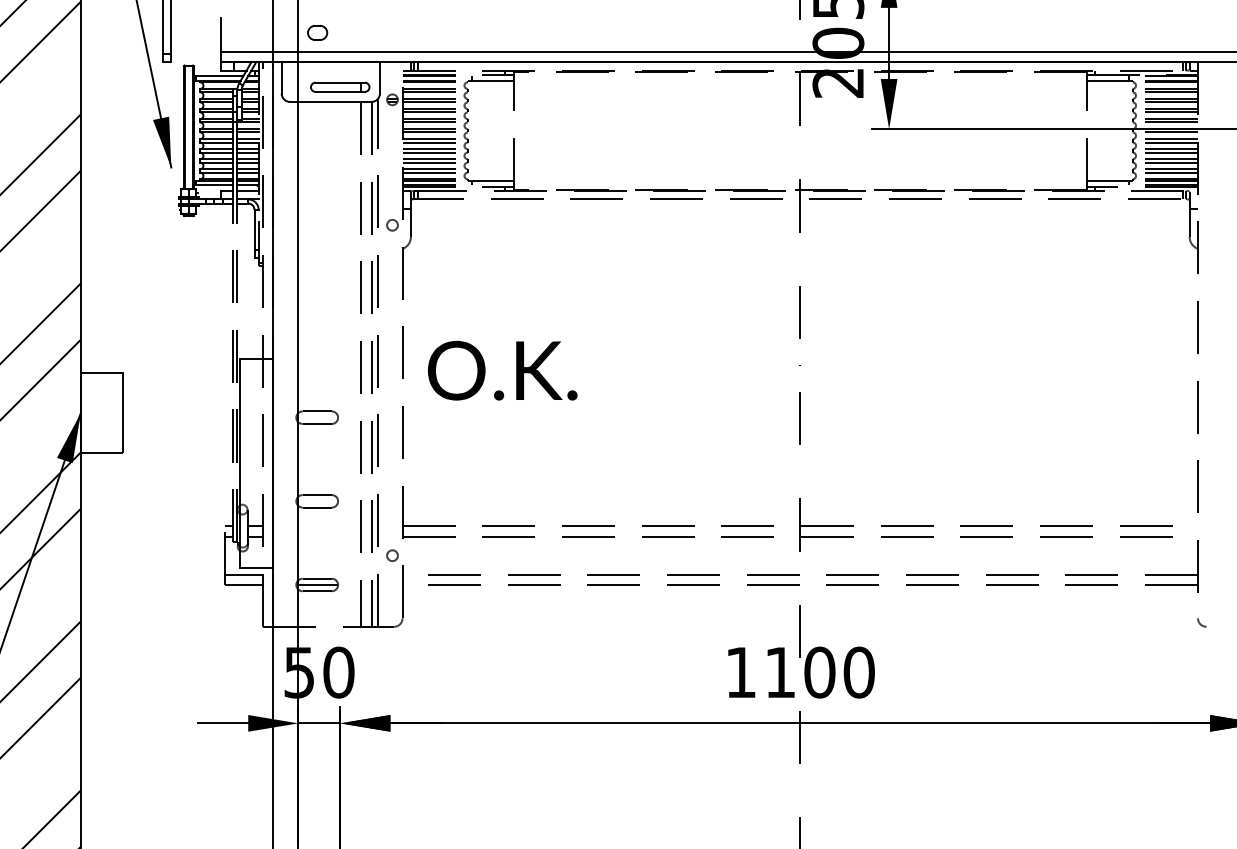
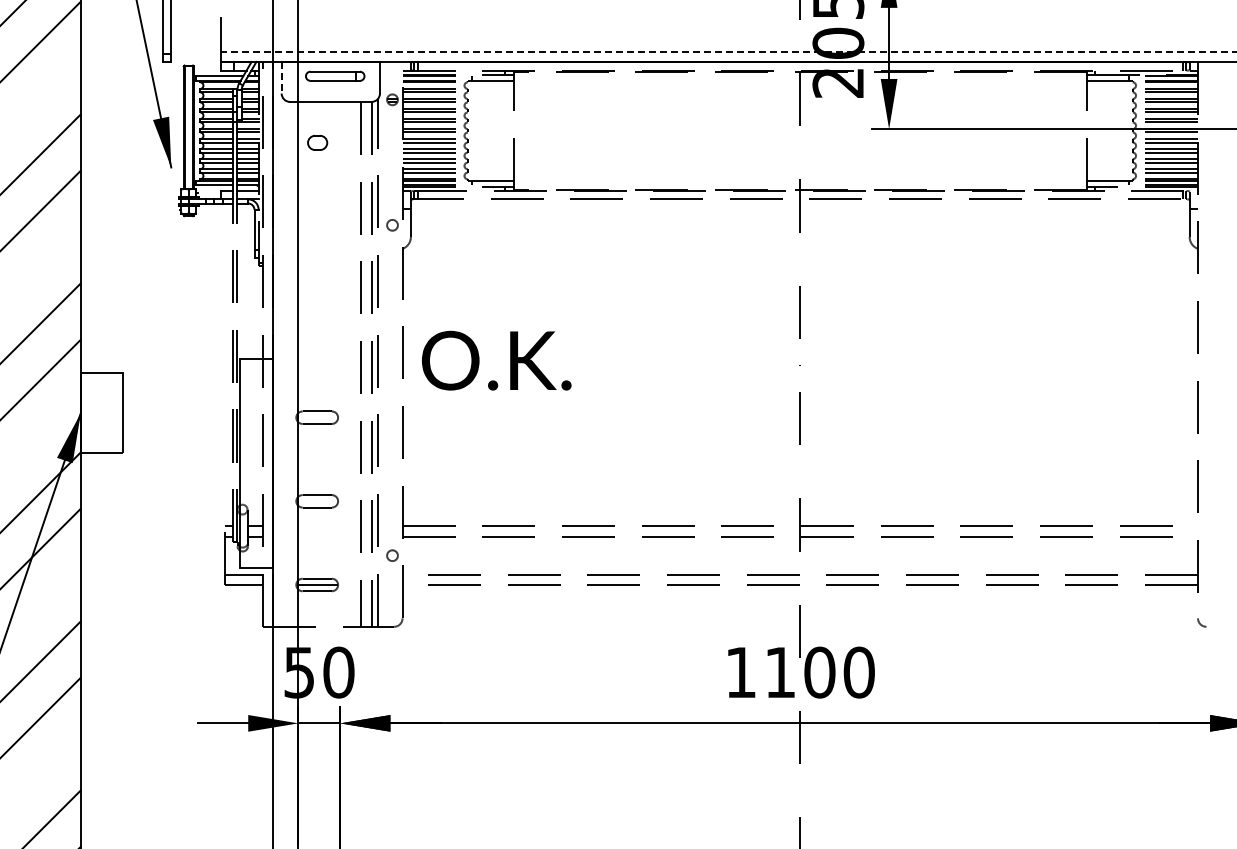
part at (317, 32) position: (317, 32) -> (317, 142)
line at (728, 51): solid -> dashed
line at (281, 77): solid -> dashed
part at (340, 86) position: (340, 86) -> (335, 75)
text at (502, 370) position: (502, 370) -> (496, 360)
